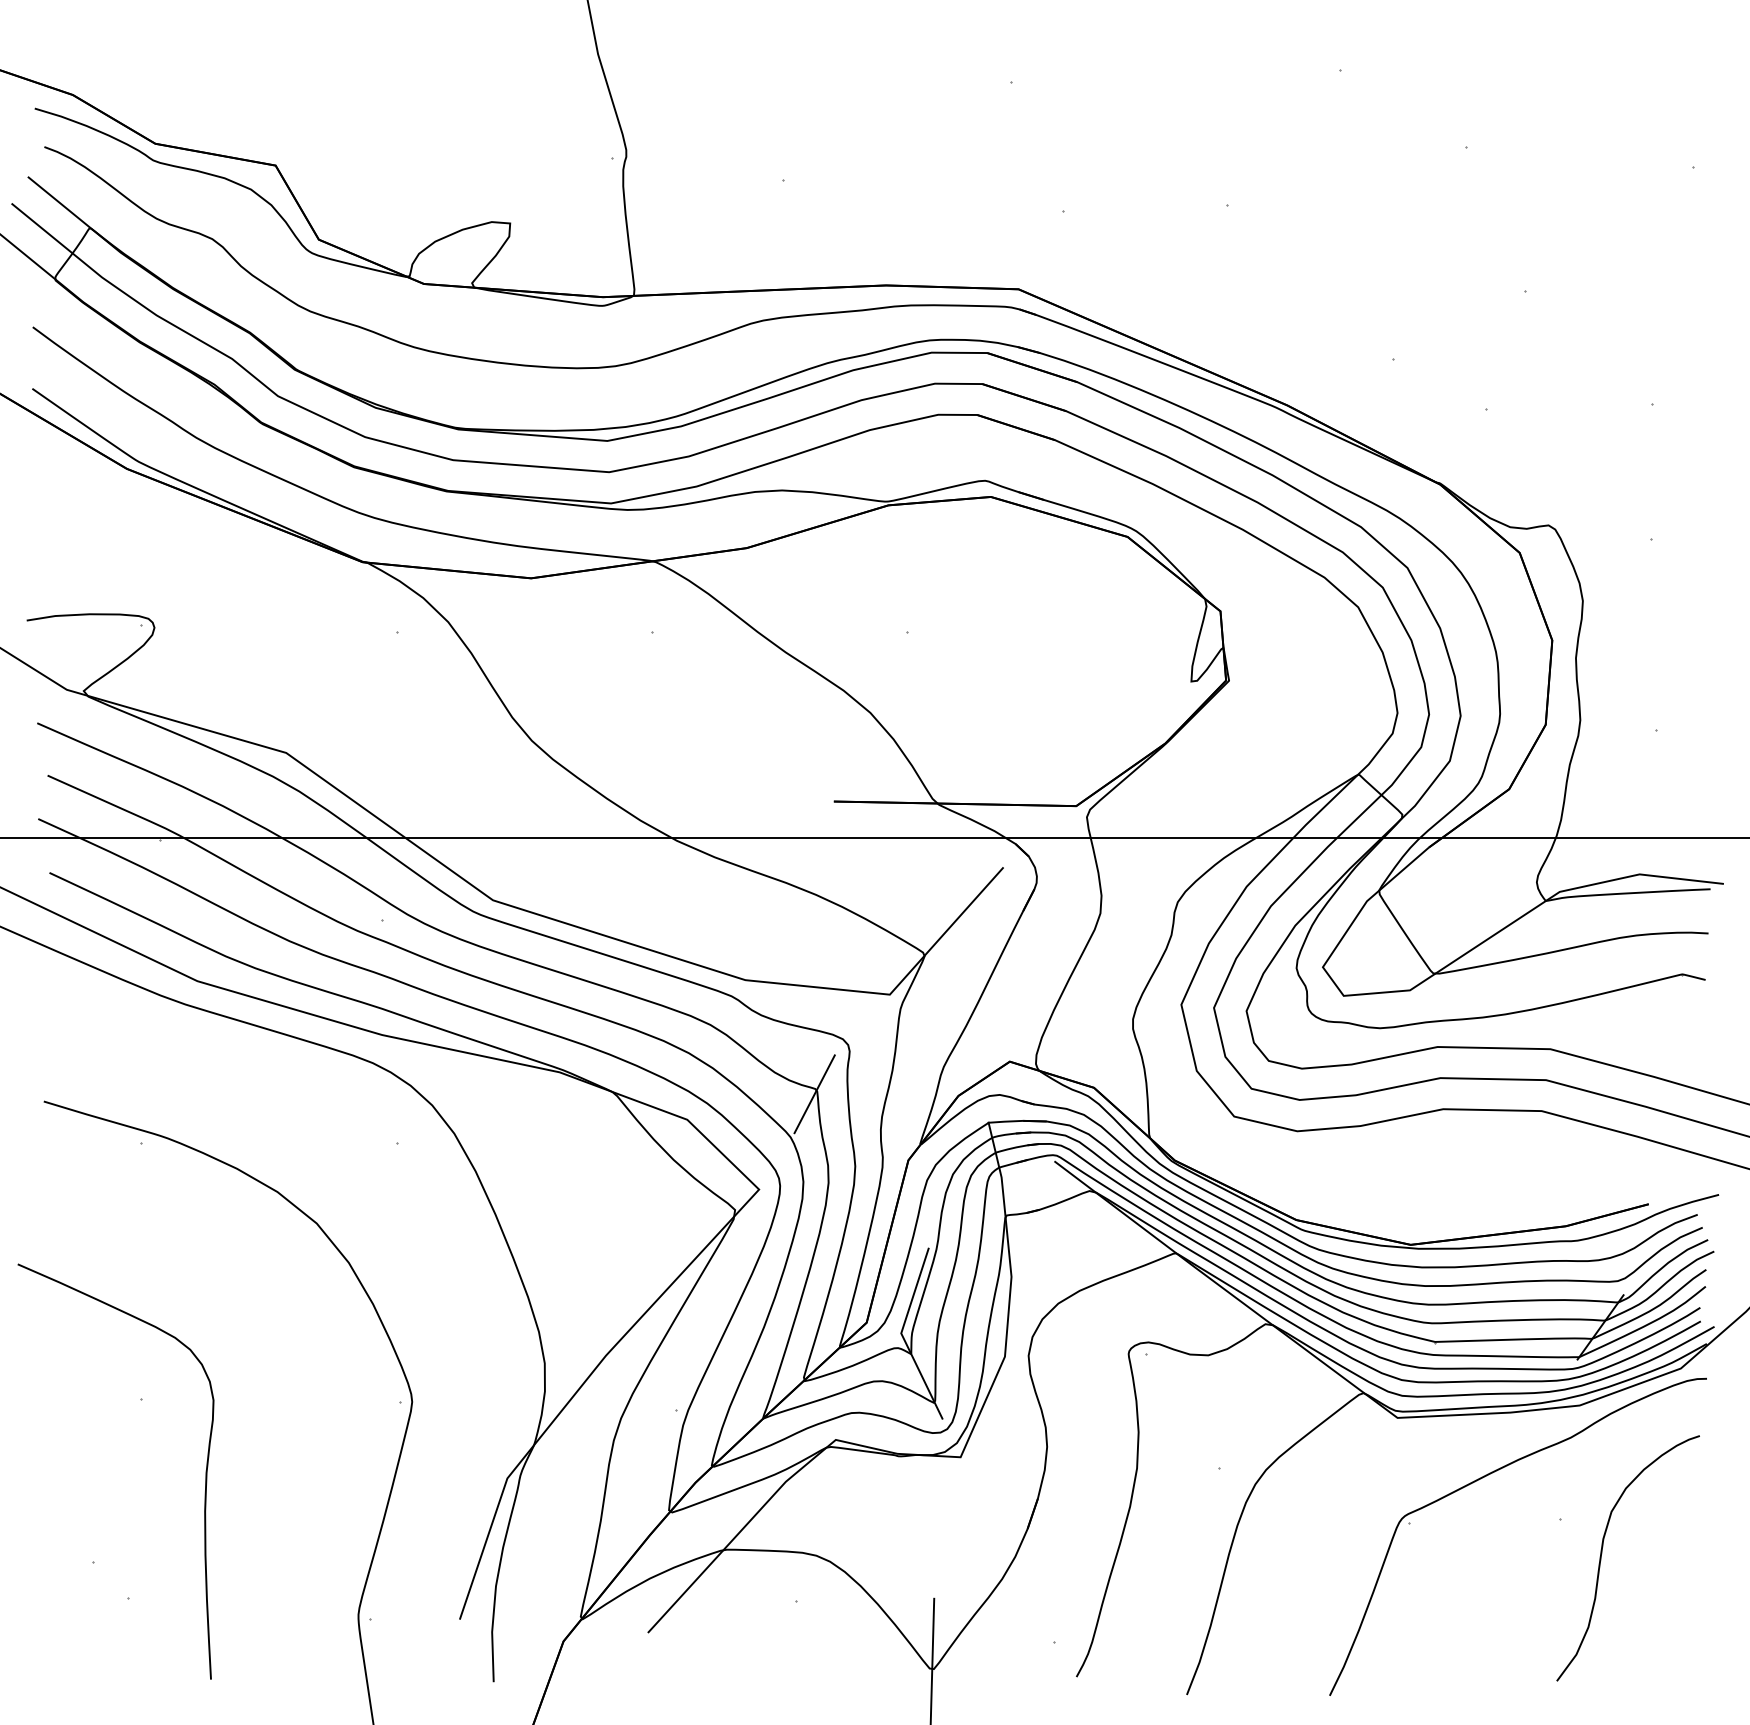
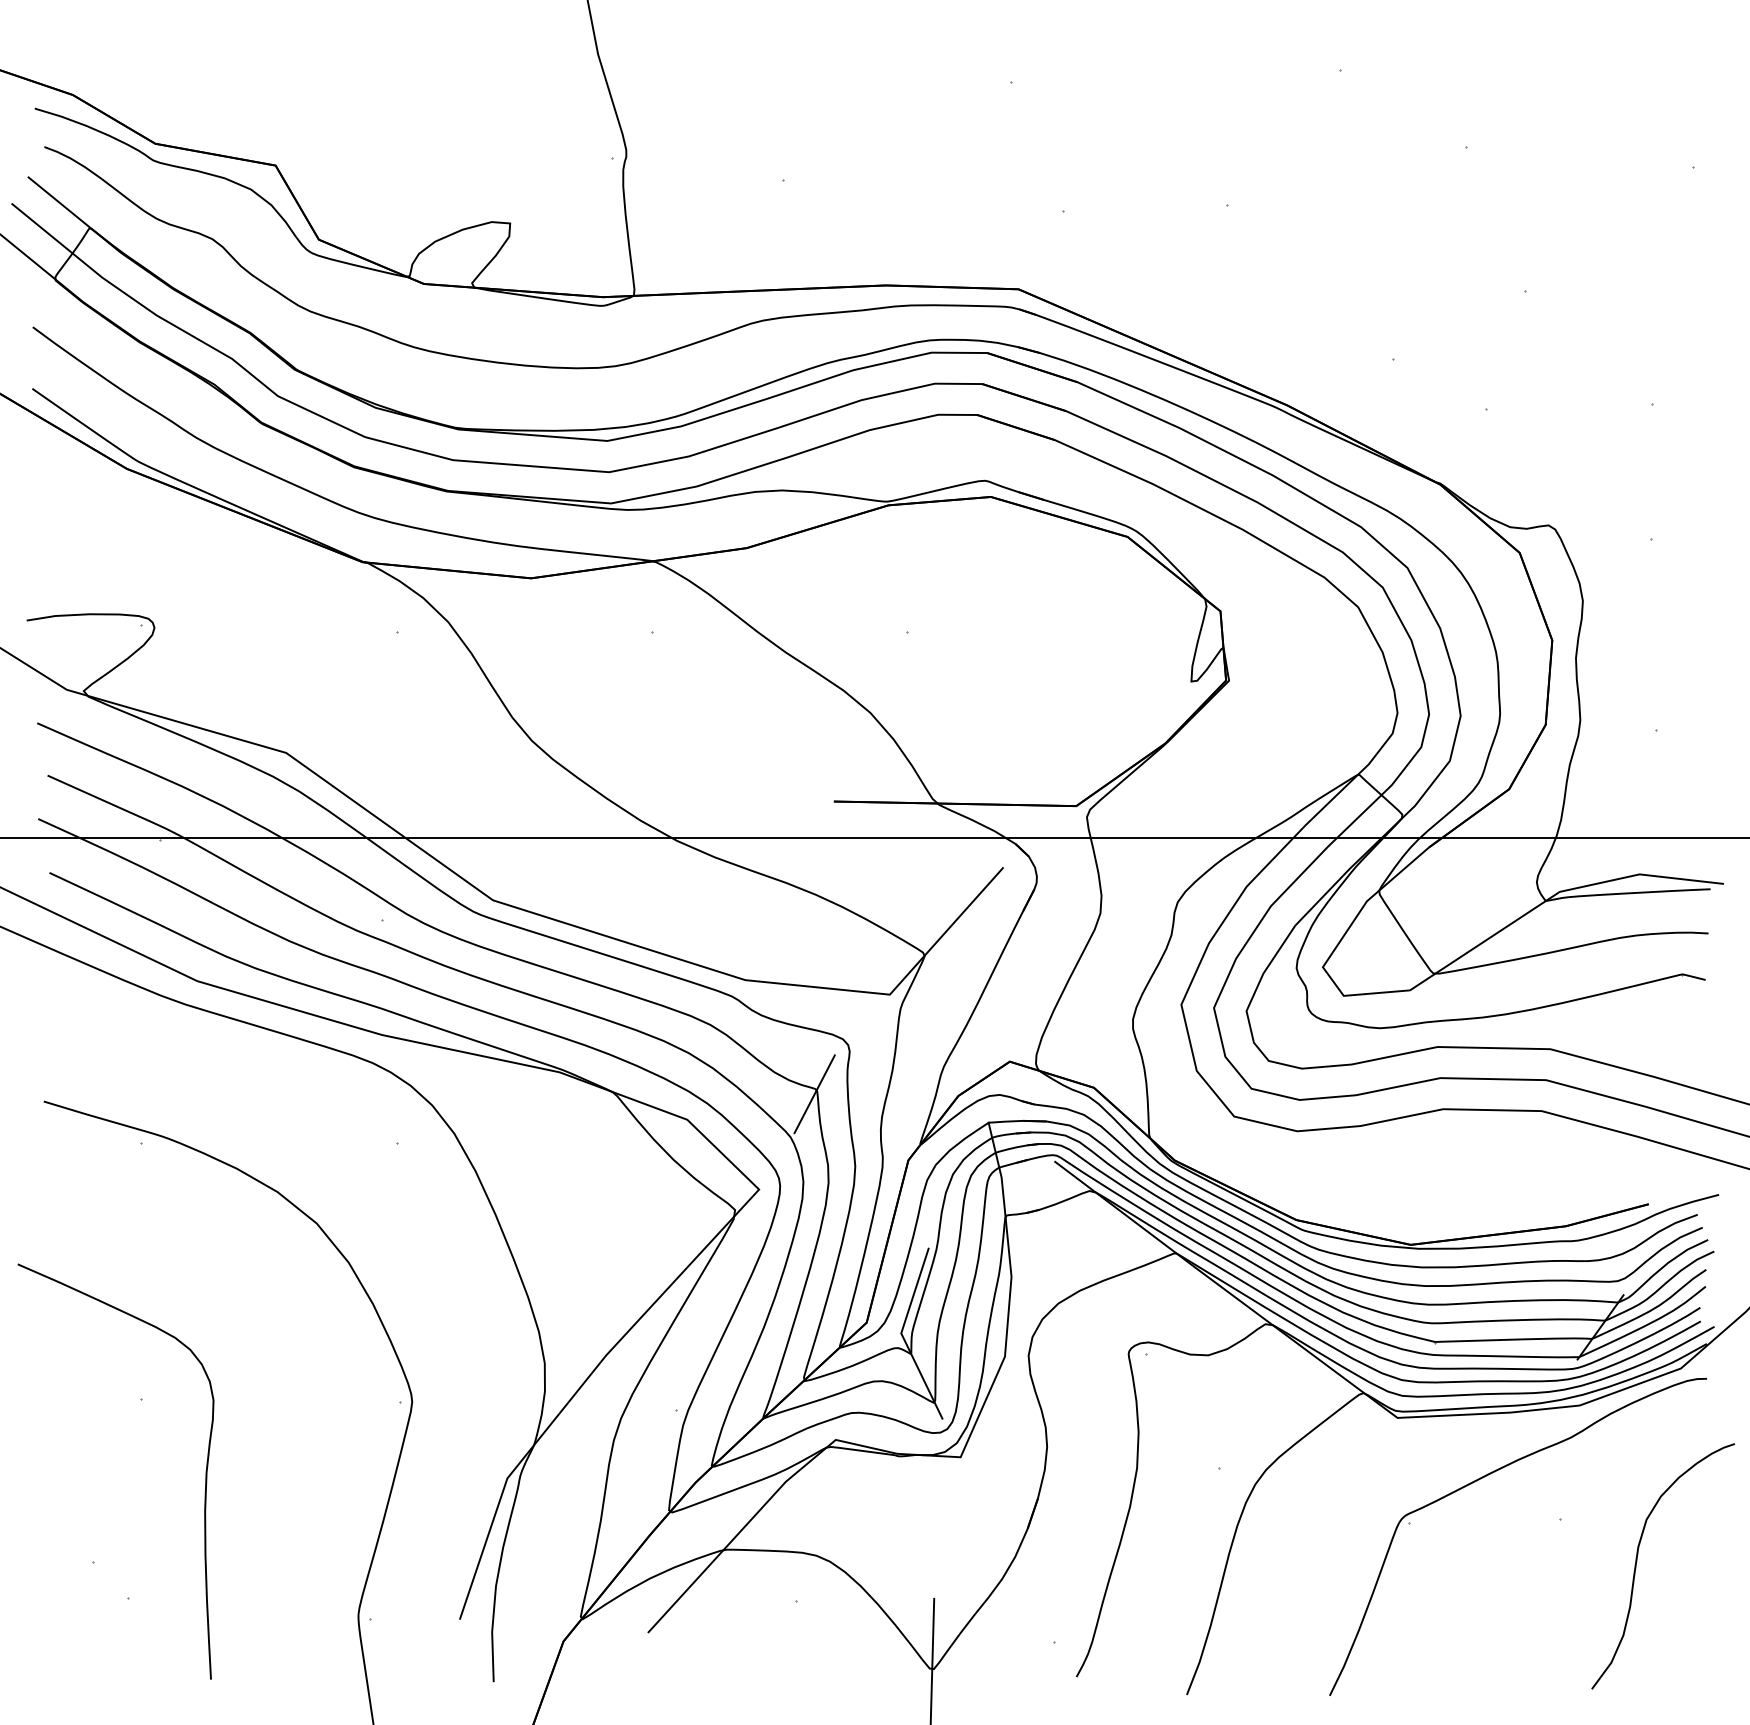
curve at (1602, 1553) position: (1602, 1553) -> (1637, 1561)
